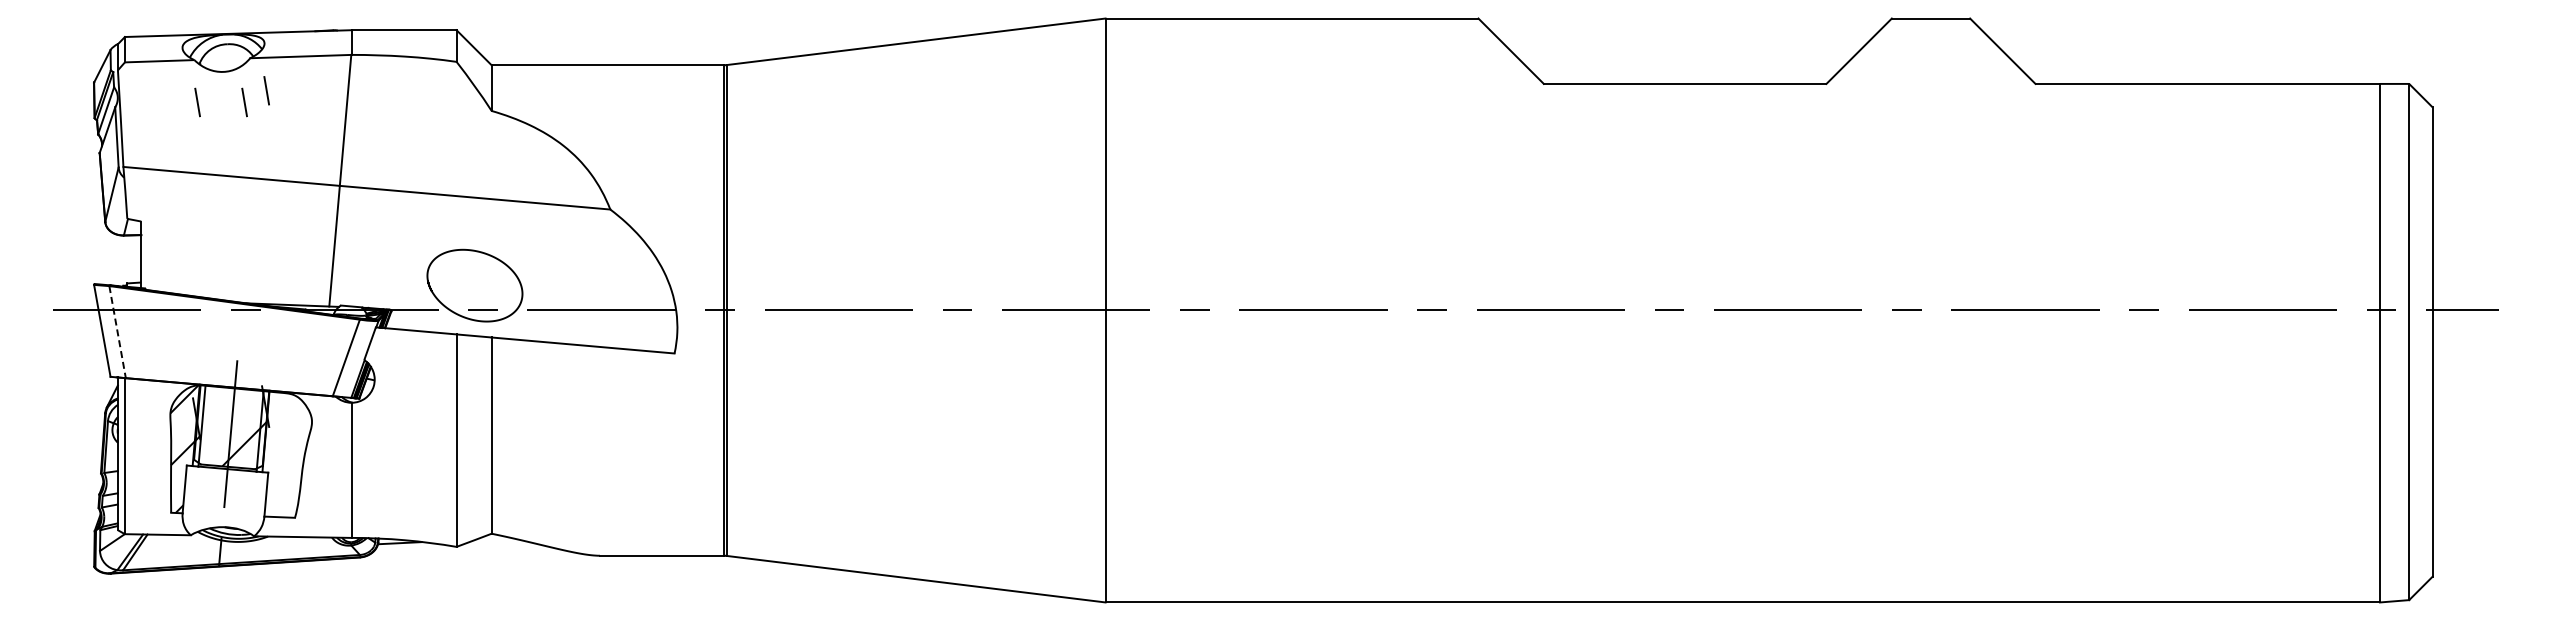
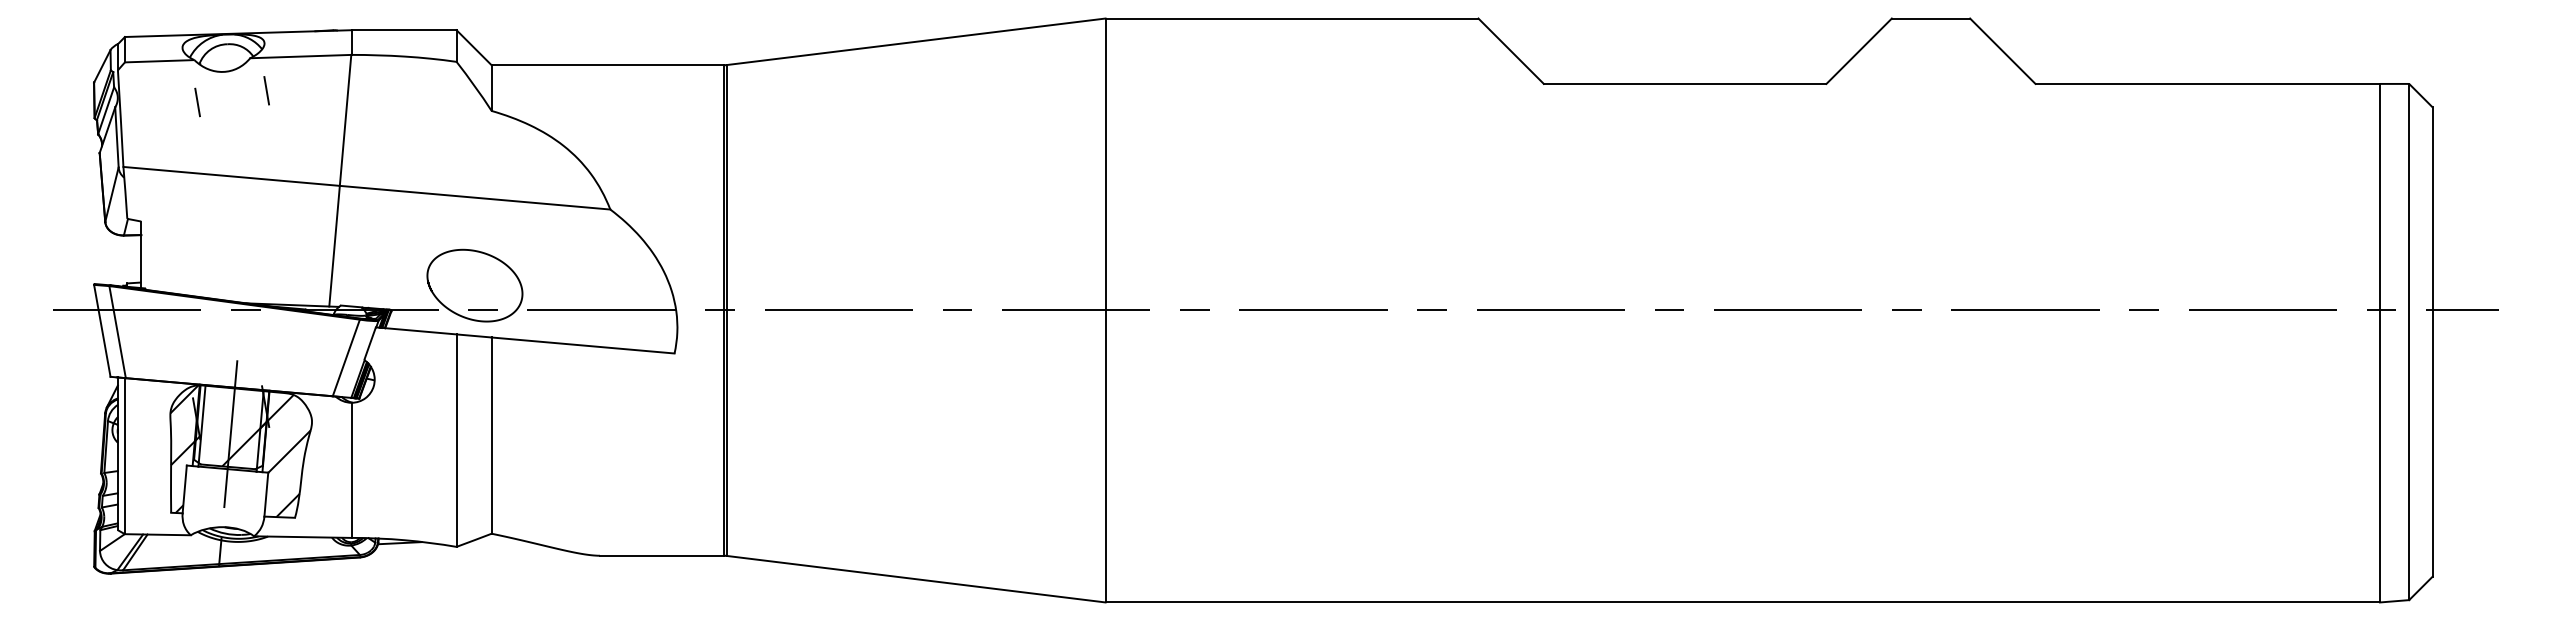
line at (244, 102): present -> none
line at (117, 332): dashed -> solid
hatch at (285, 455): none -> present
